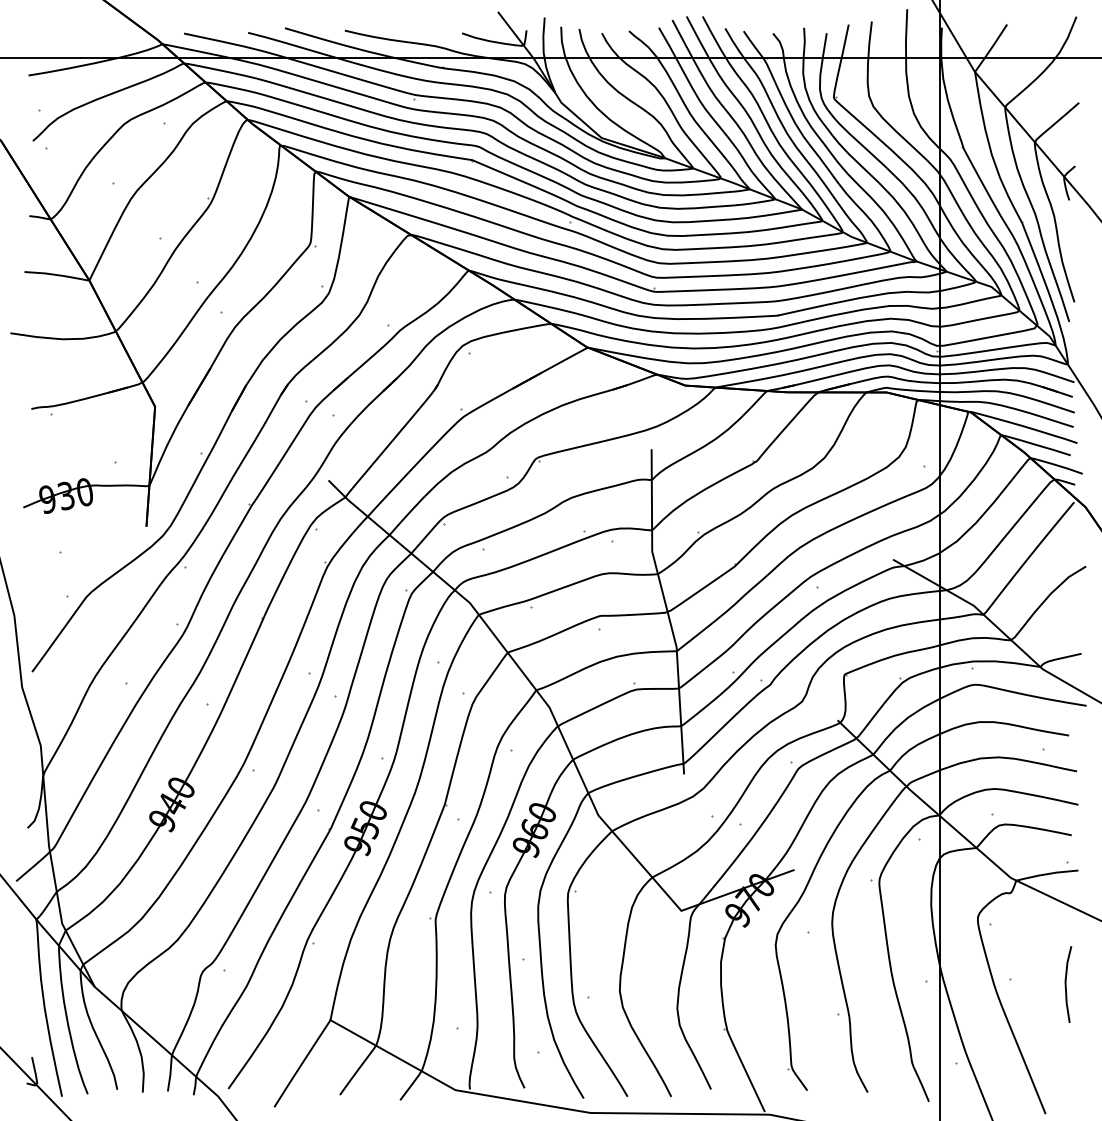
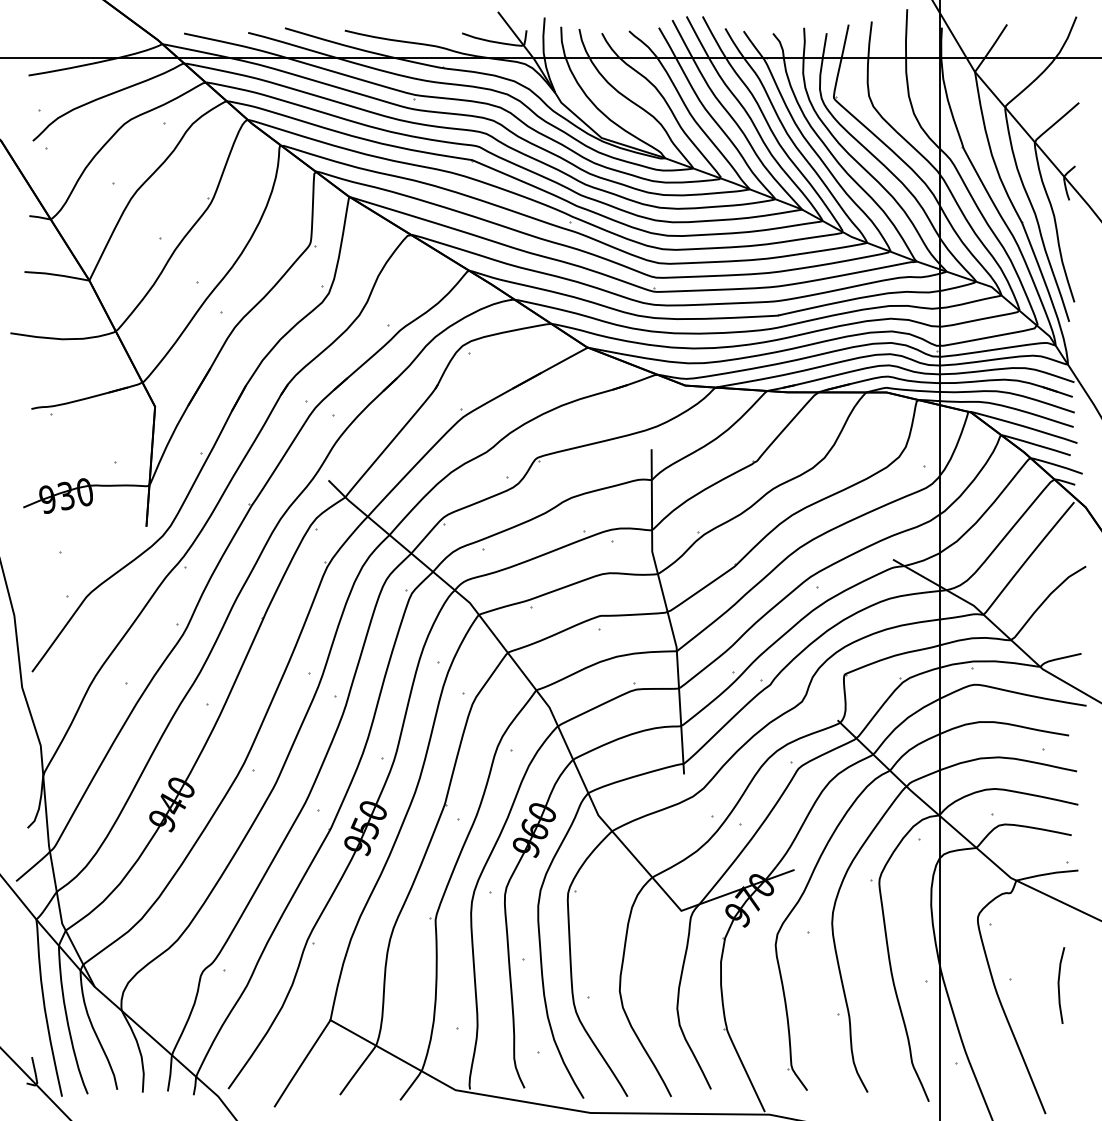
line at (1066, 984) position: (1066, 984) -> (1059, 985)
